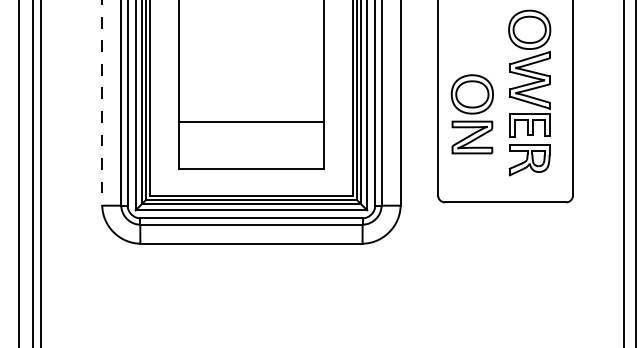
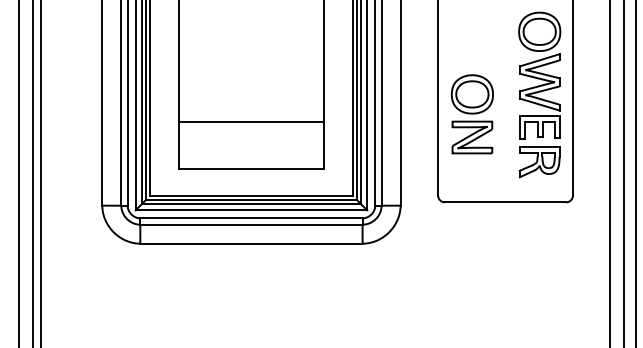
part at (529, 92) position: (529, 92) -> (539, 94)
line at (102, 103): dashed -> solid
line at (610, 173): none -> present
